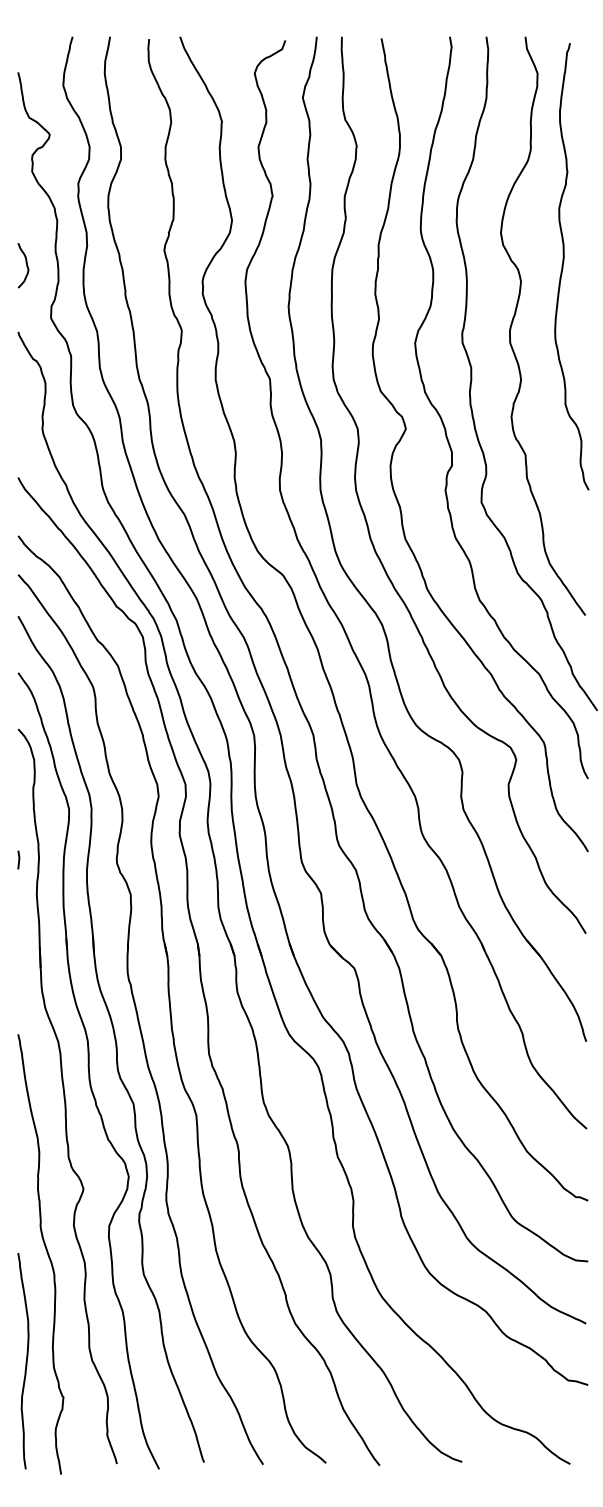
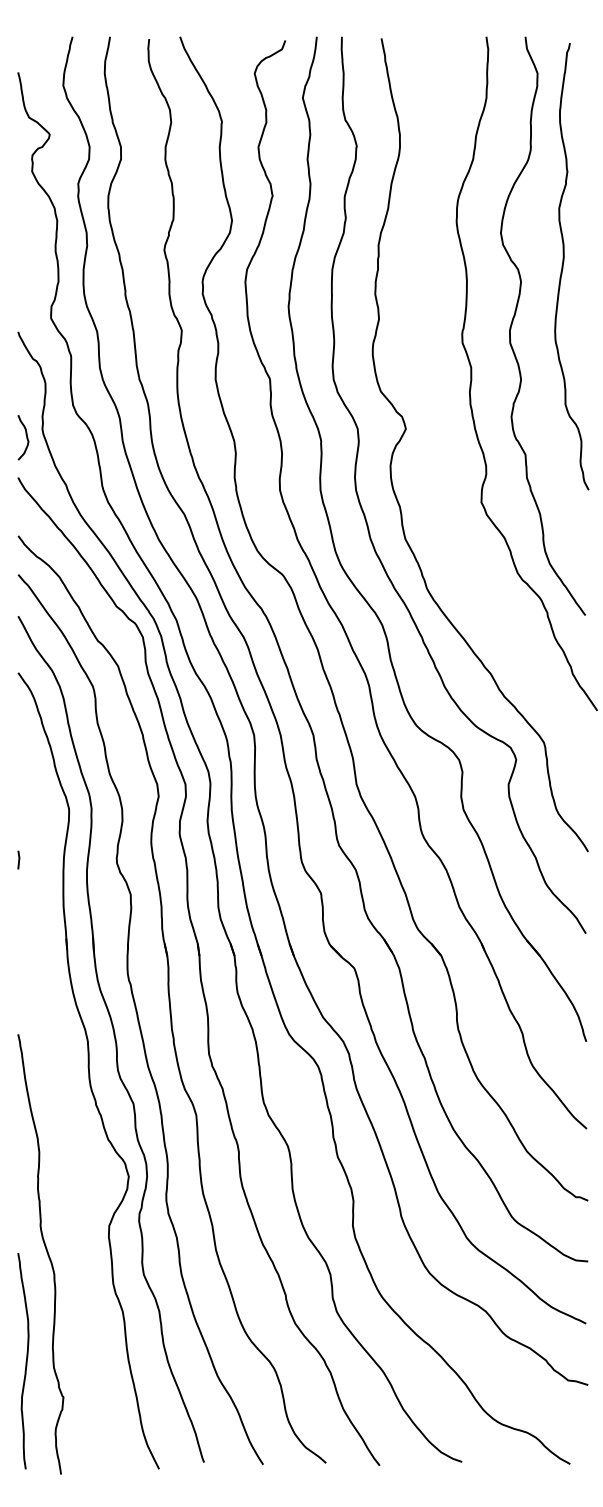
curve at (26, 265) position: (26, 265) -> (26, 437)
curve at (445, 426): present -> none
part at (67, 1096): present -> none
